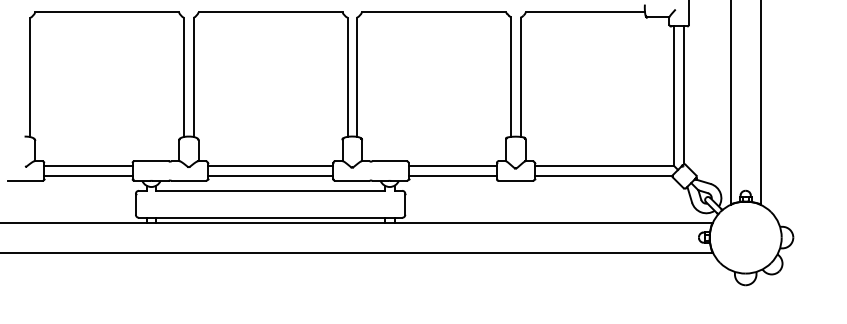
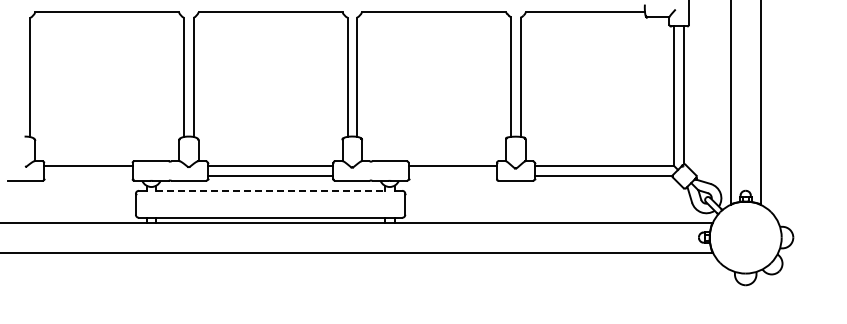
line at (88, 175): present -> none
line at (452, 175): present -> none
line at (271, 190): solid -> dashed
